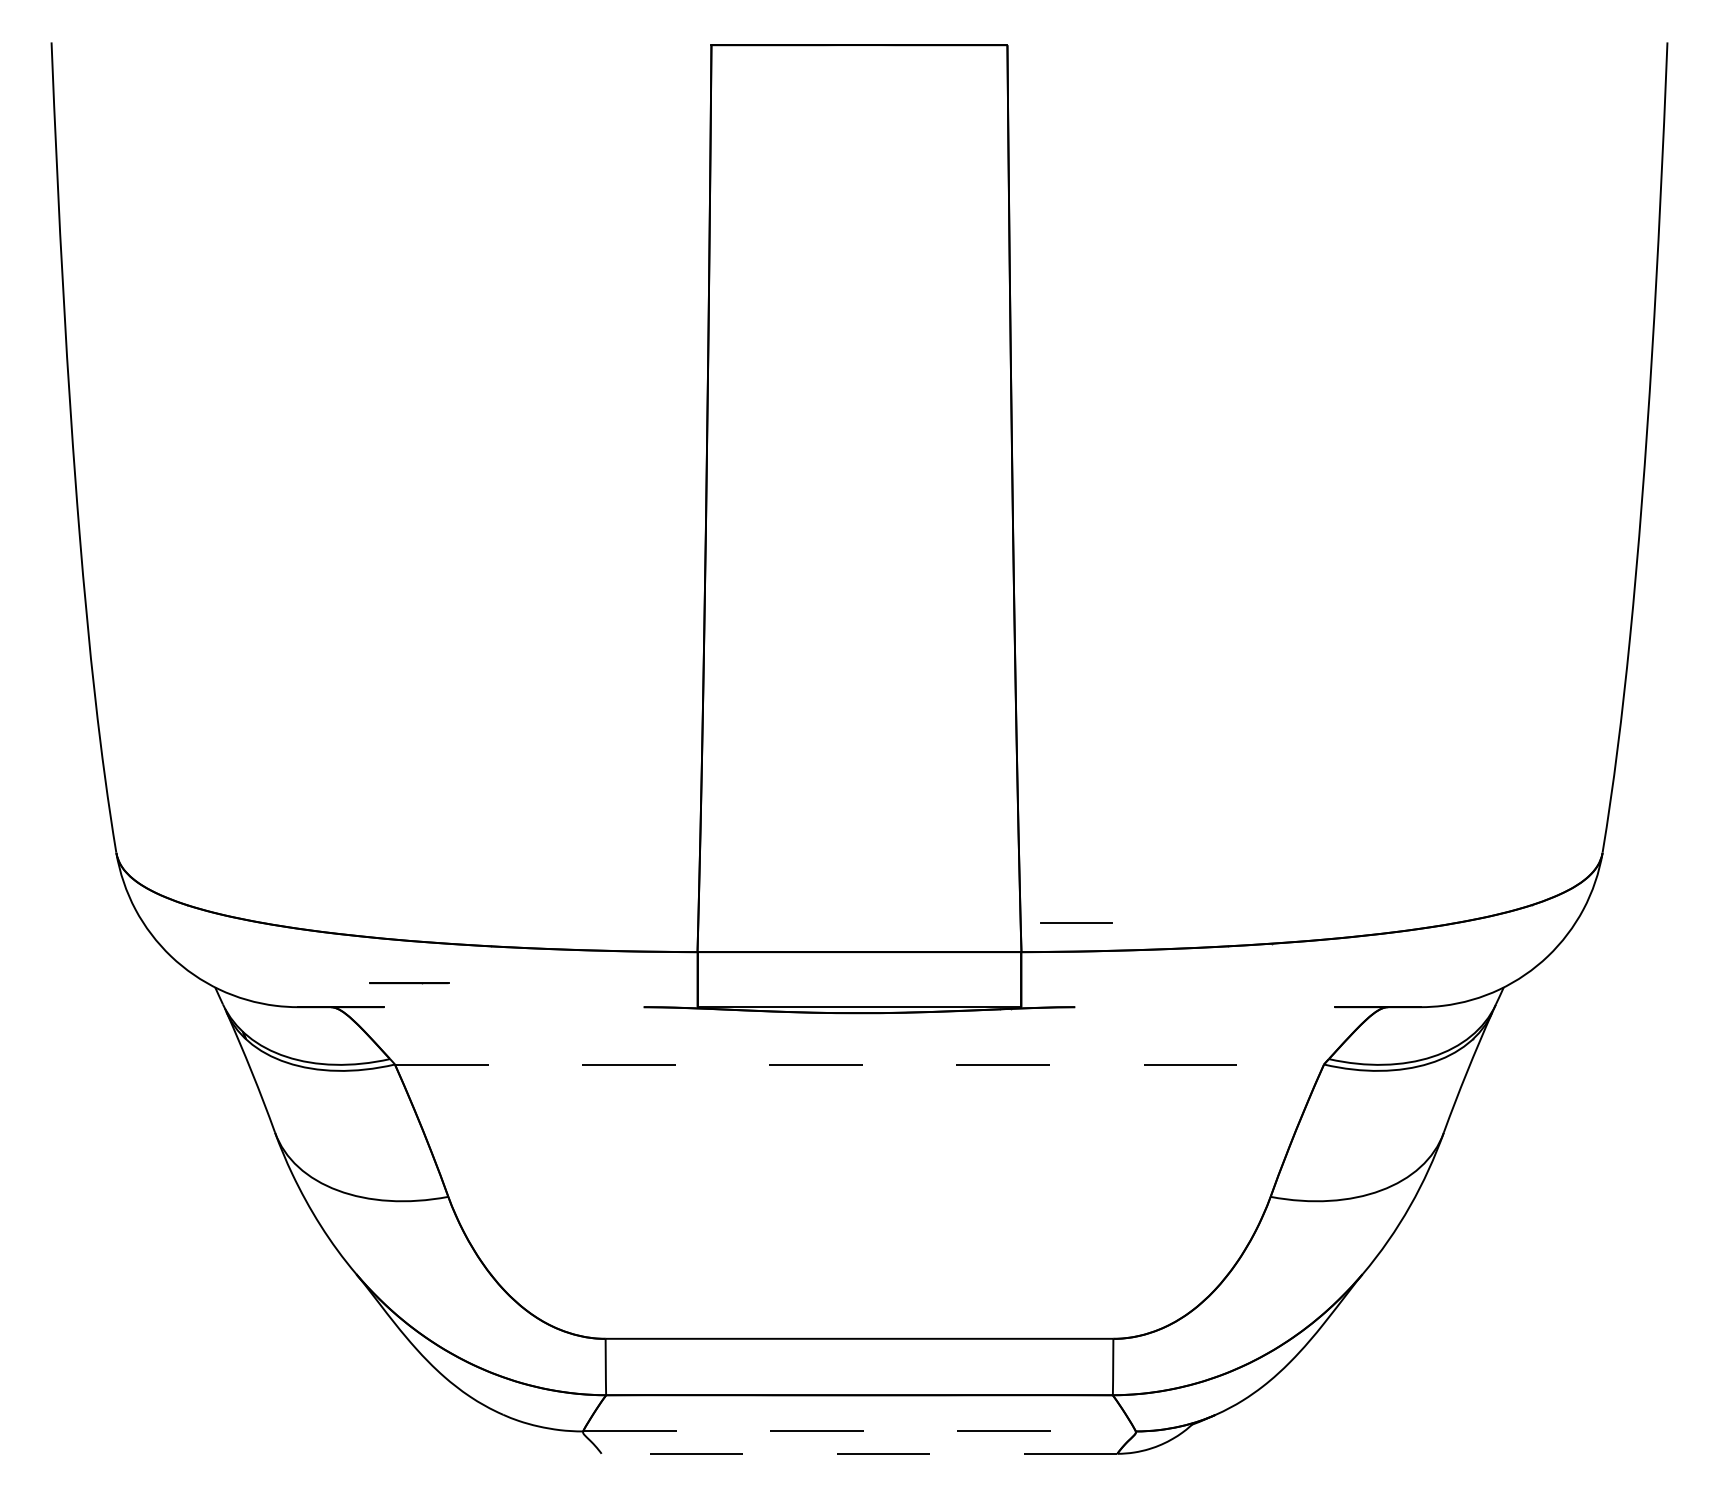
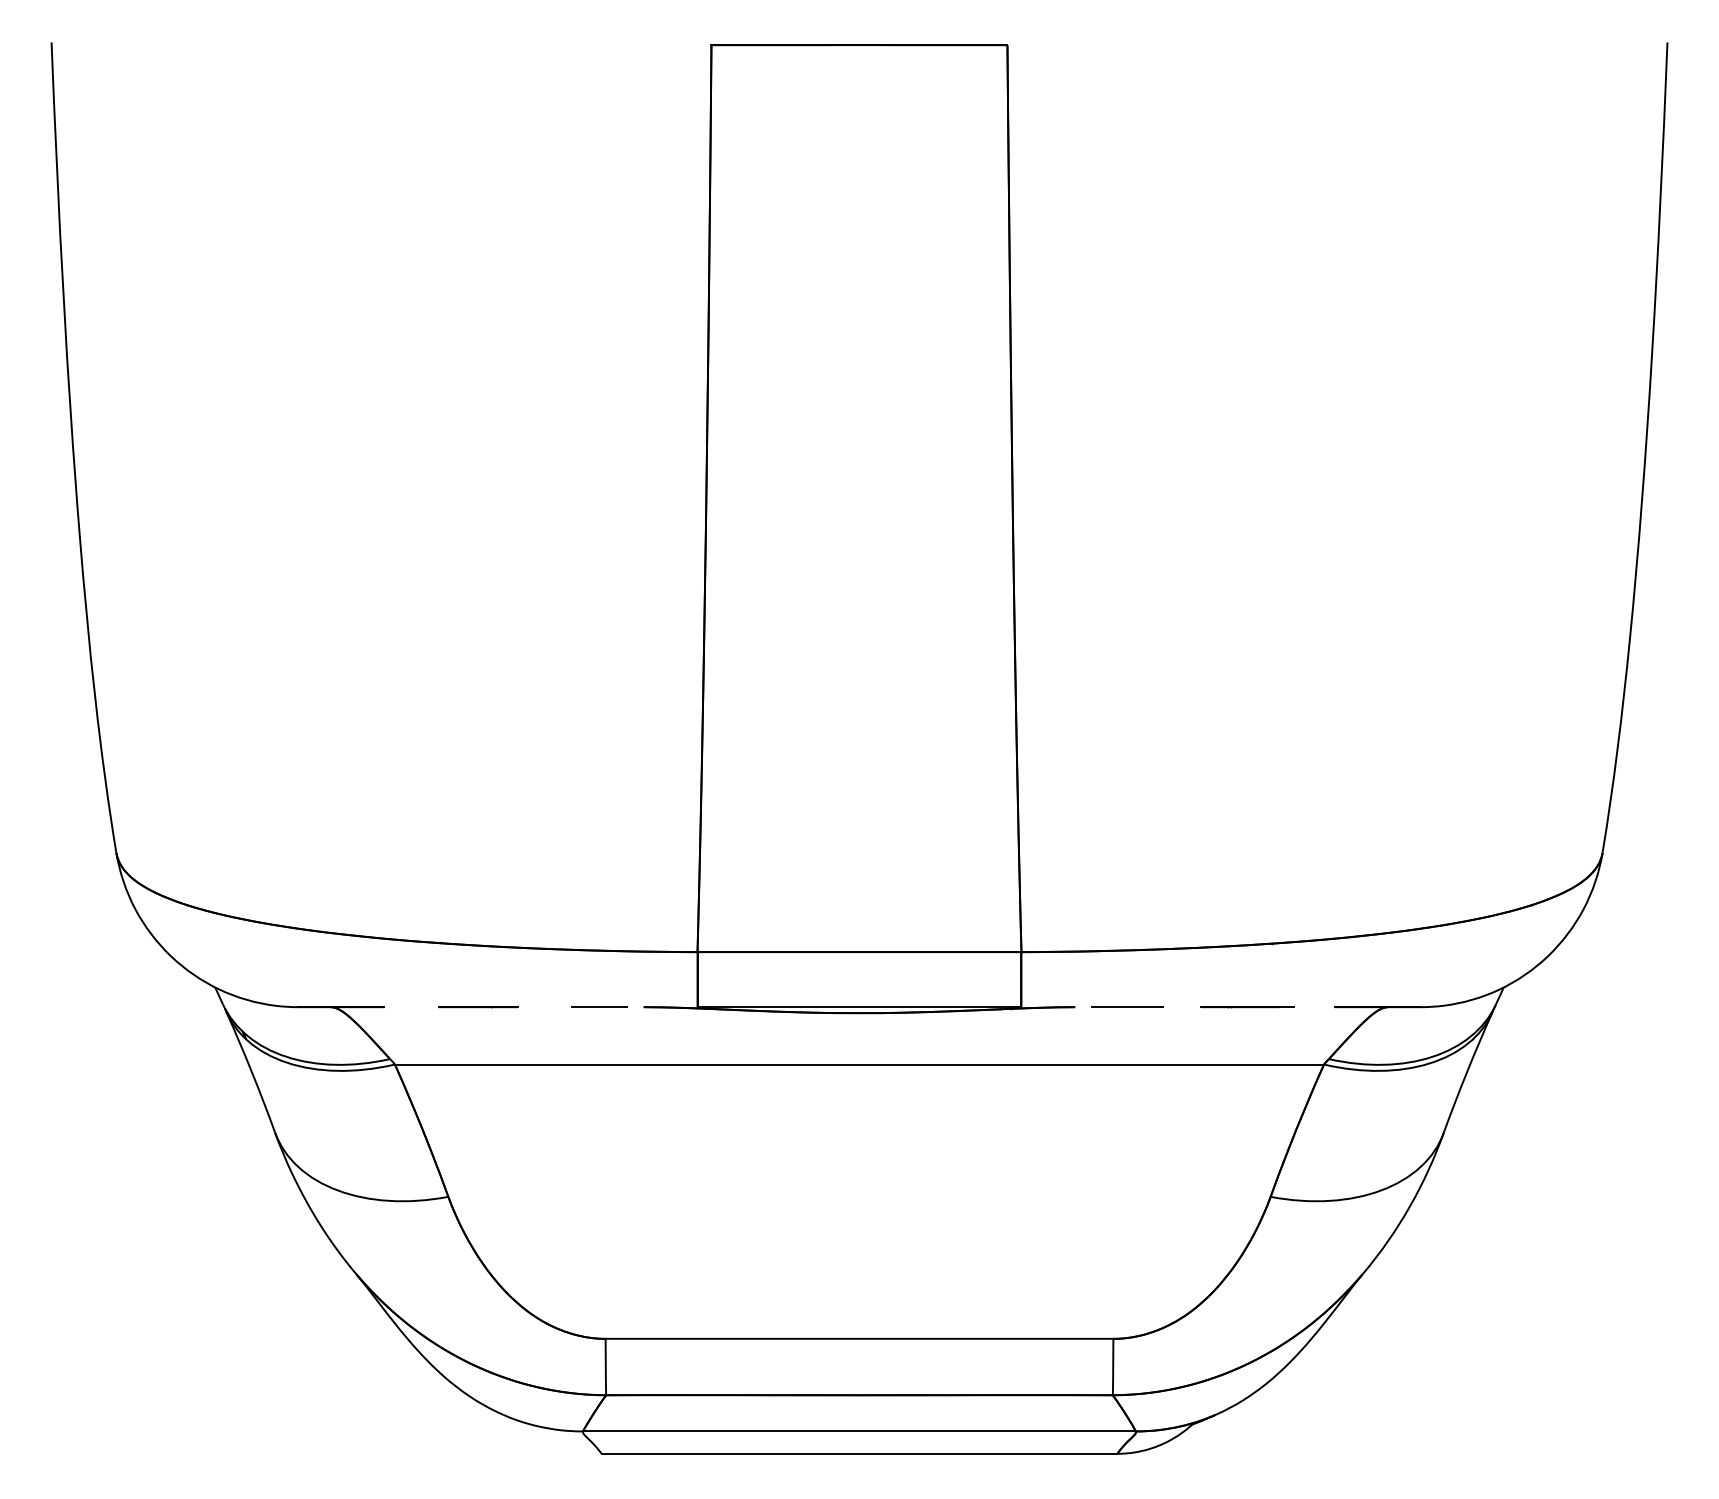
line at (1076, 922) position: (1076, 922) -> (1127, 1006)
line at (409, 983) position: (409, 983) -> (478, 1007)
line at (599, 1007): none -> present
line at (1247, 1007): none -> present
line at (859, 1064): dashed -> solid
line at (860, 1431): dashed -> solid
line at (859, 1453): dashed -> solid
